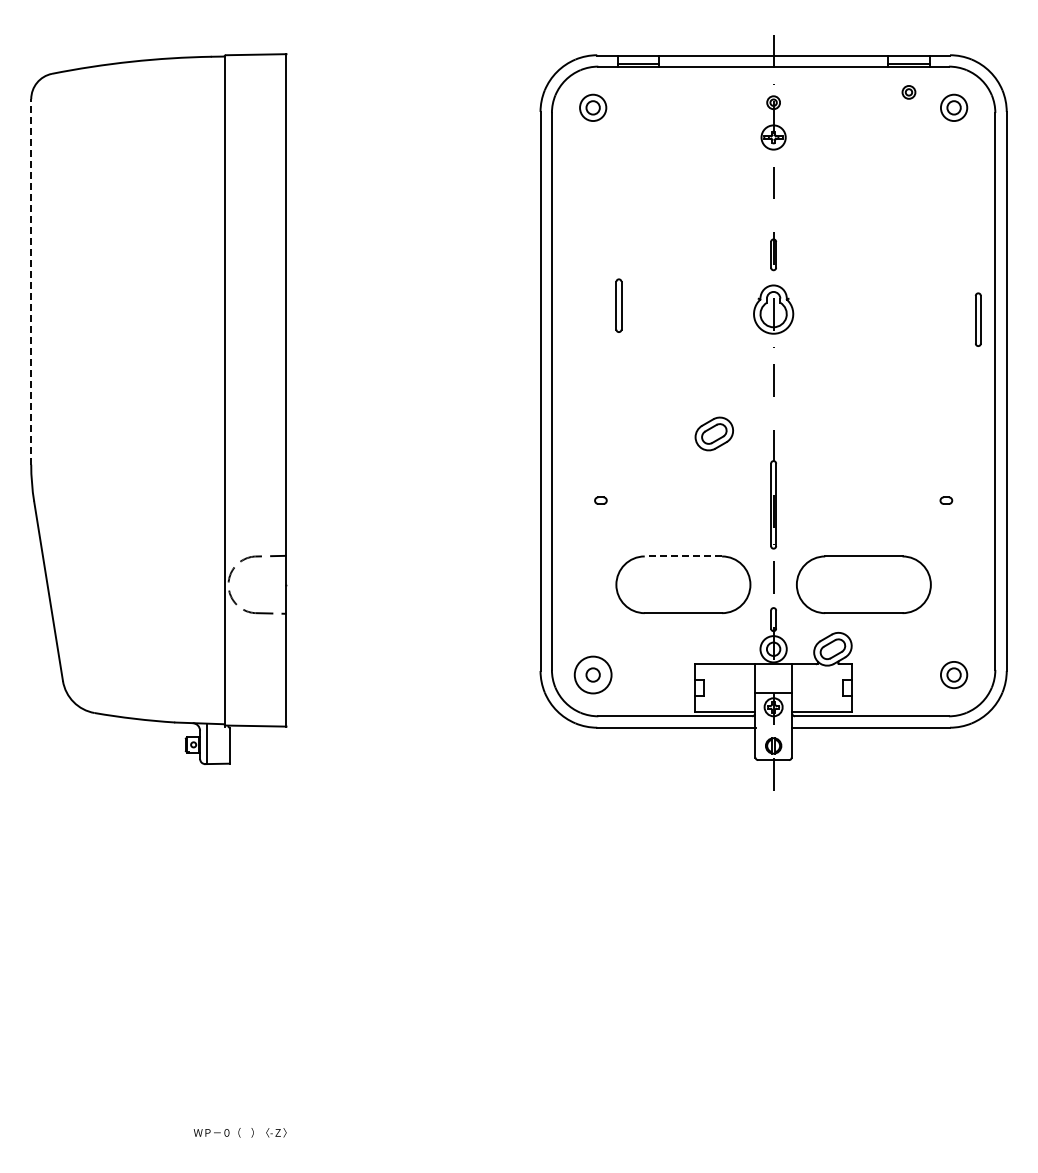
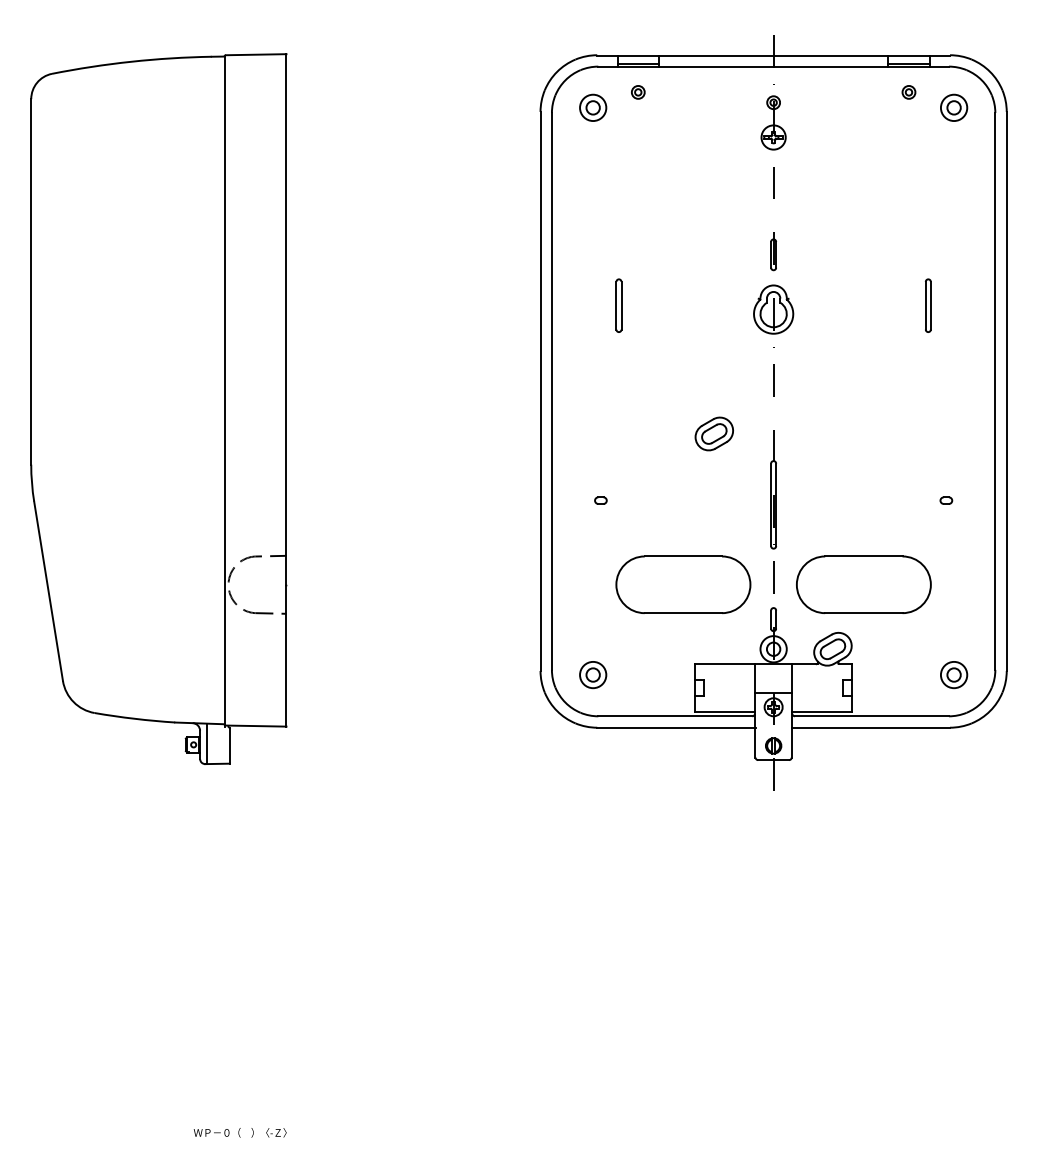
part at (638, 92): none -> present
line at (31, 281): dashed -> solid
part at (978, 319) position: (978, 319) -> (928, 305)
line at (683, 556): dashed -> solid
circle at (592, 674) diameter: 37 px -> 26 px
